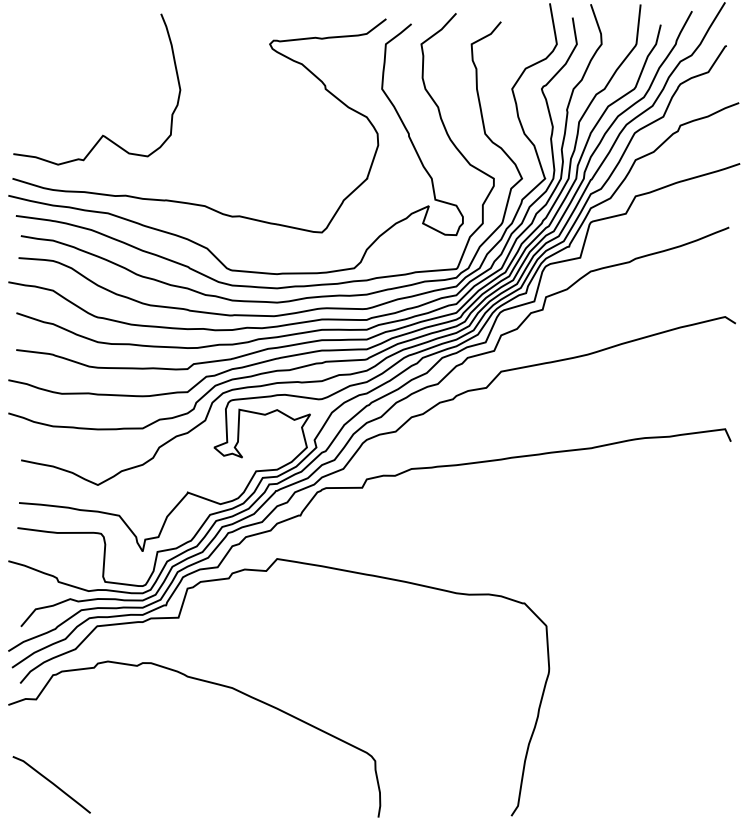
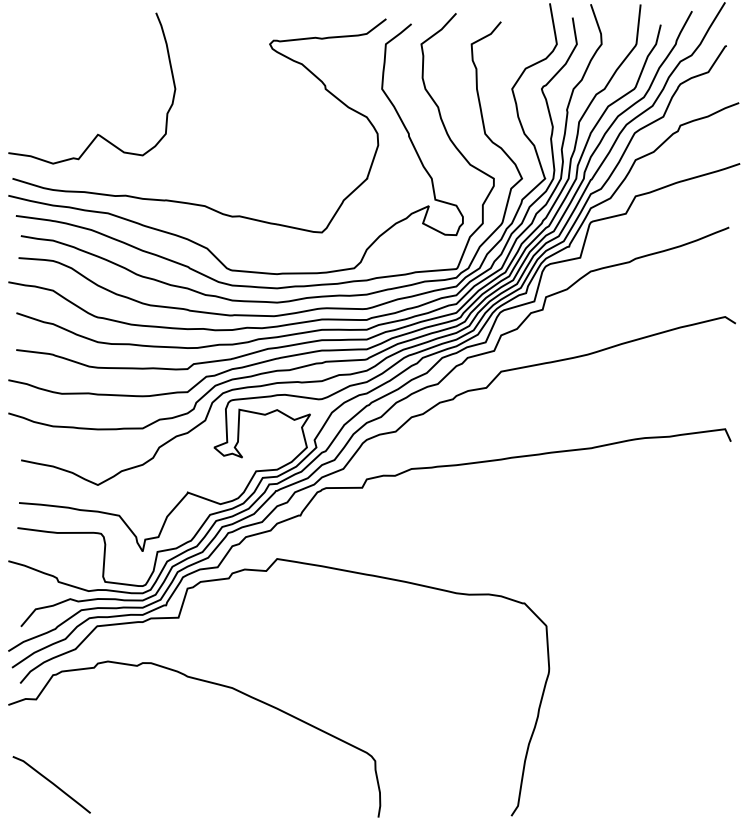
curve at (102, 134) position: (102, 134) -> (97, 133)
